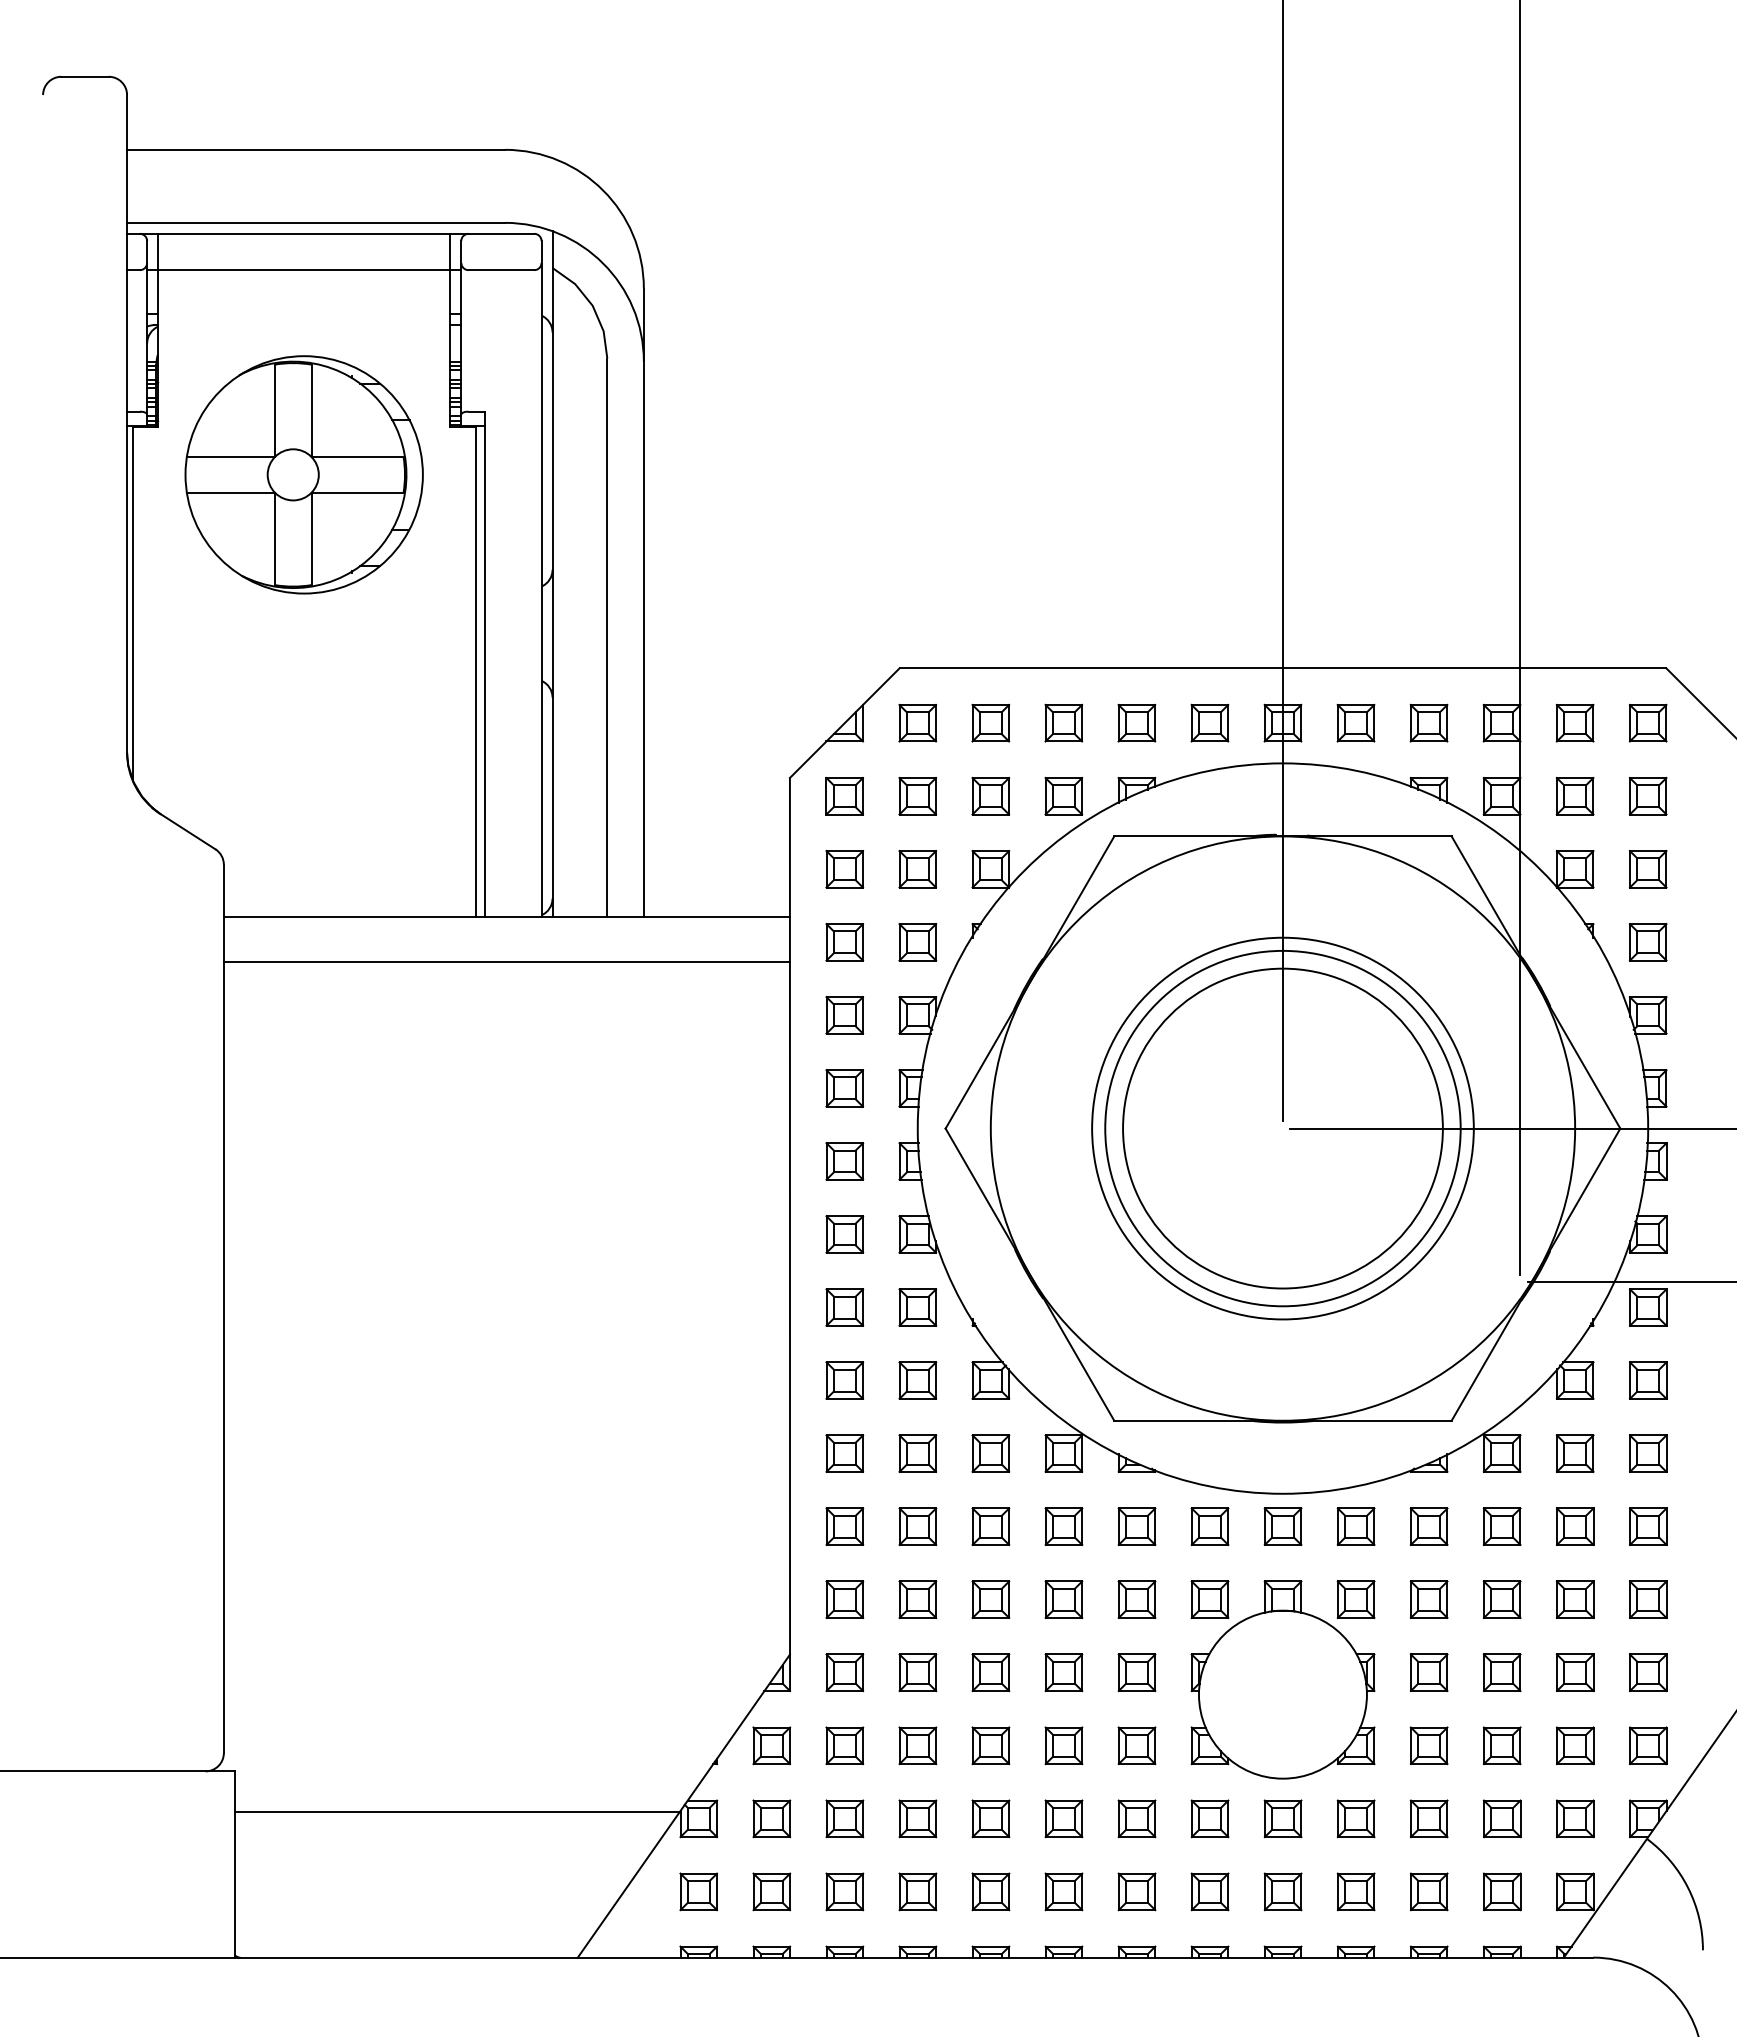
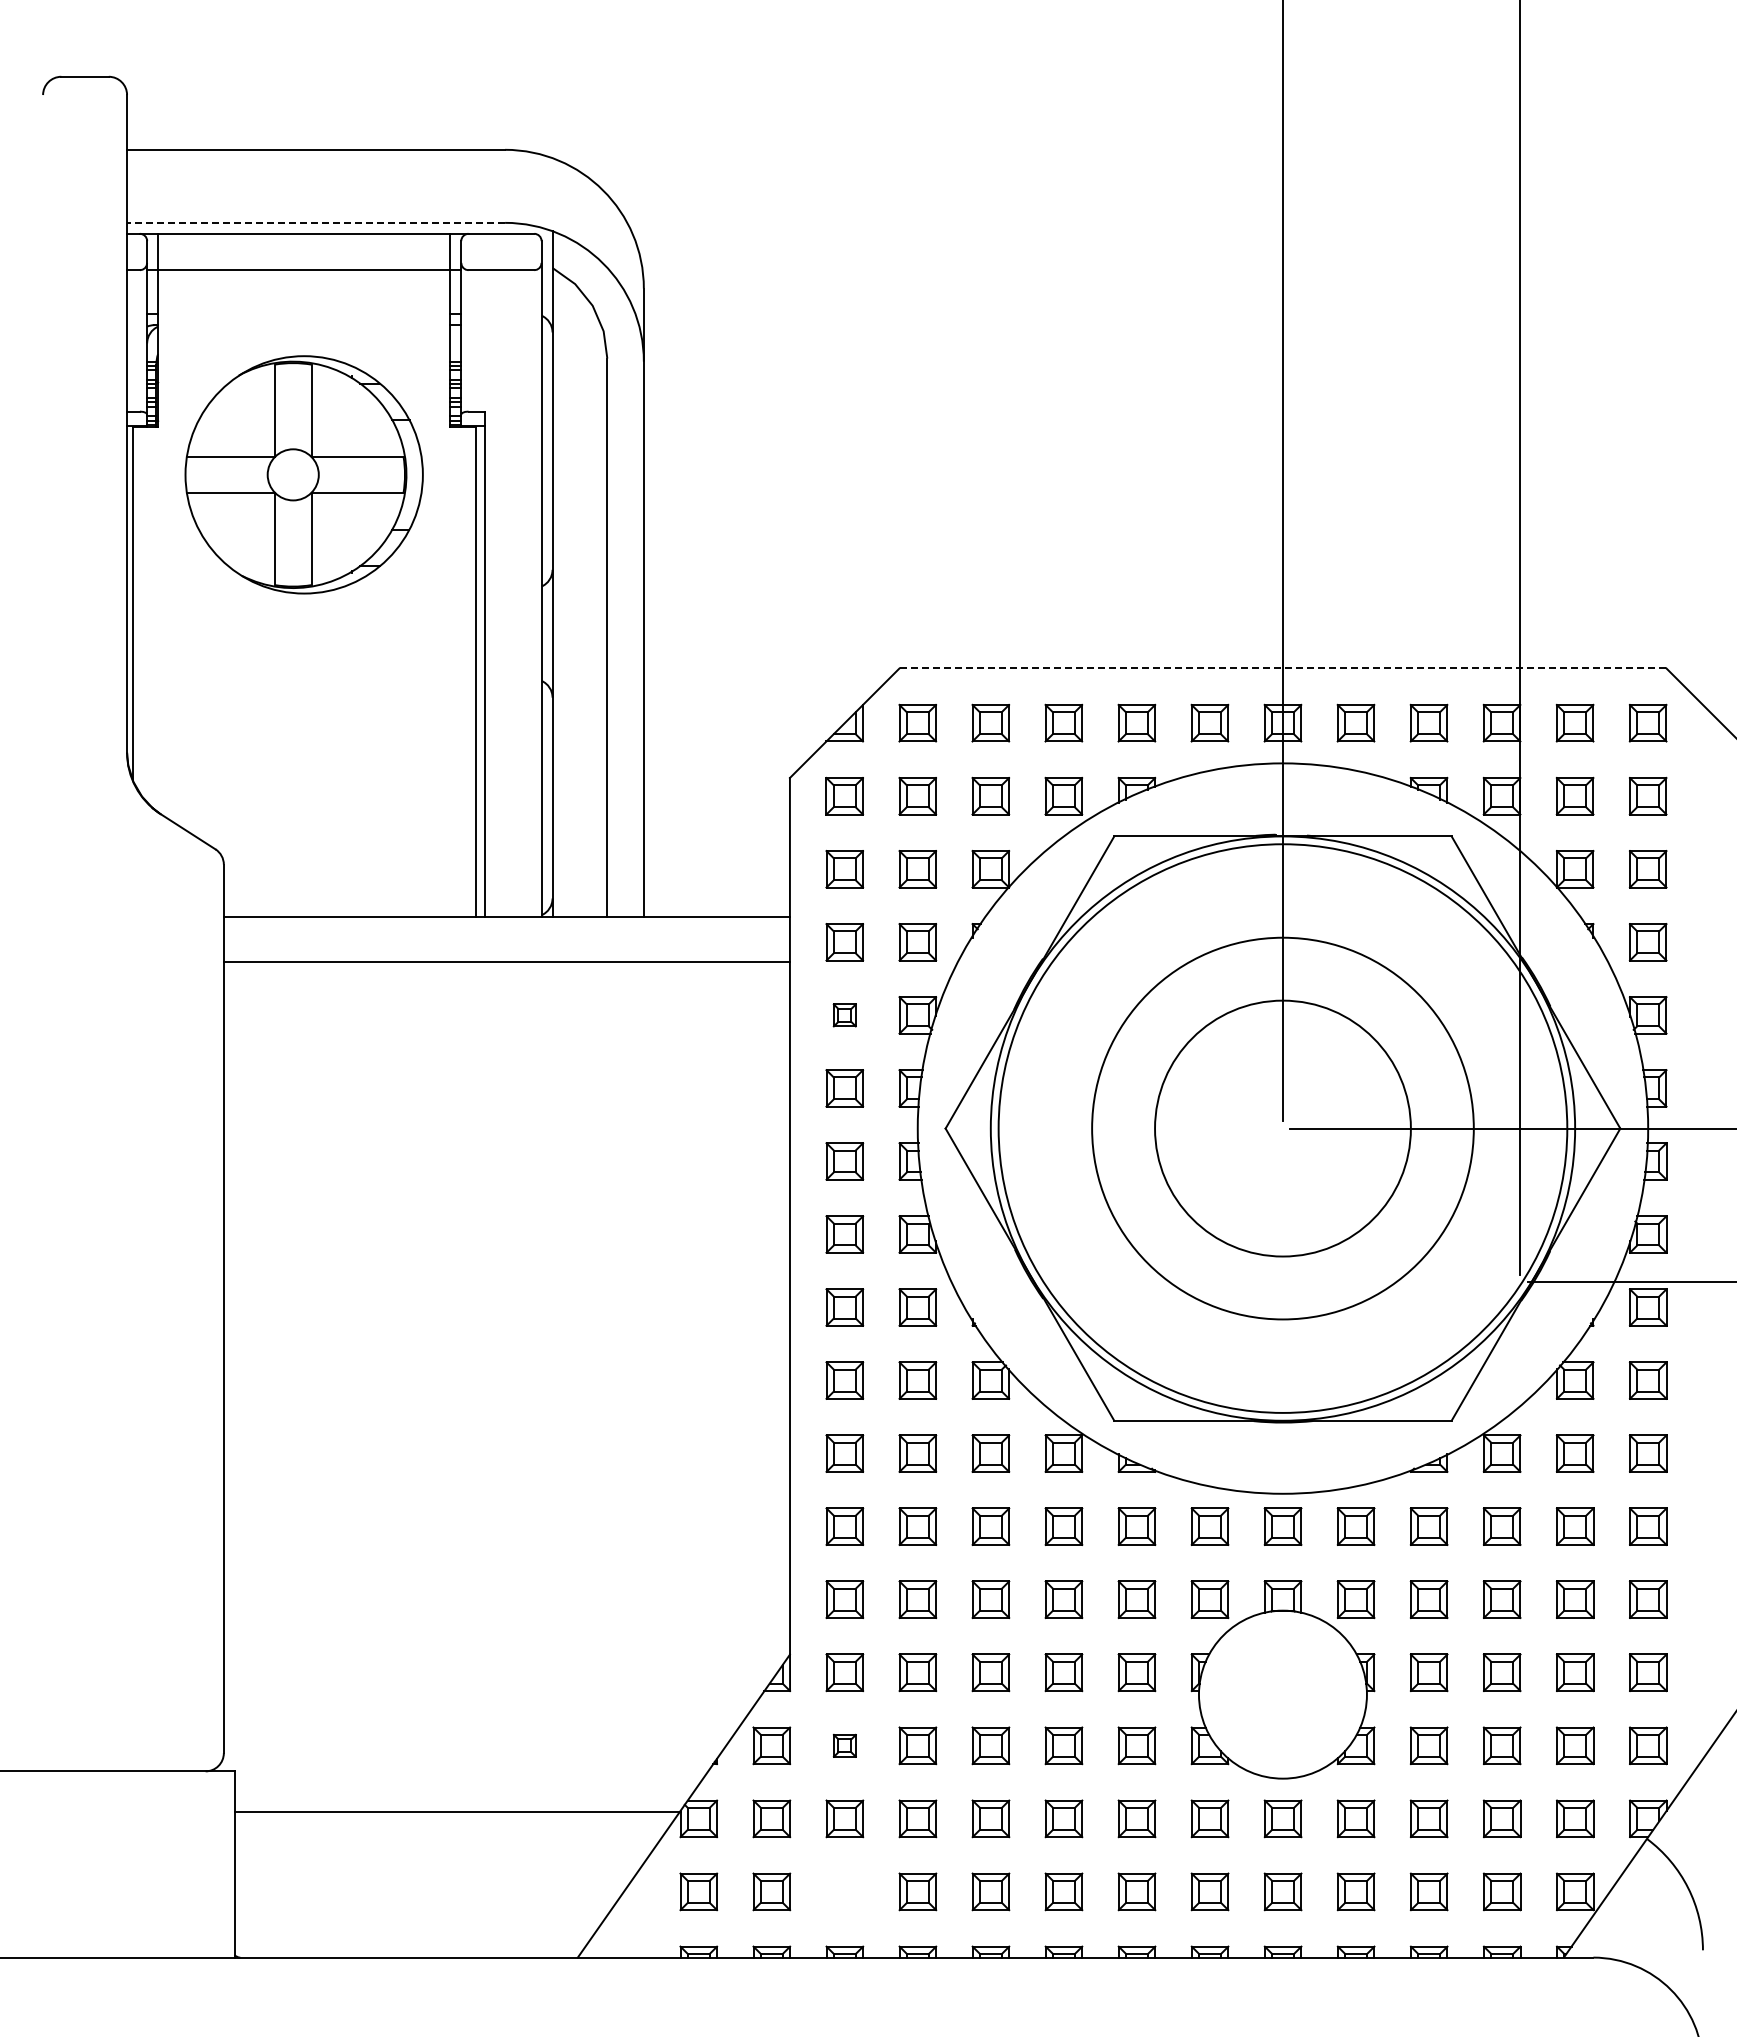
line at (316, 222): solid -> dashed
line at (1283, 668): solid -> dashed
part at (844, 1015) size: 40x39 px -> 25x25 px
circle at (1282, 1128) diameter: 320 px -> 256 px
circle at (1282, 1128) diameter: 355 px -> 569 px
part at (844, 1745) size: 40x40 px -> 25x25 px
part at (844, 1891): present -> none
